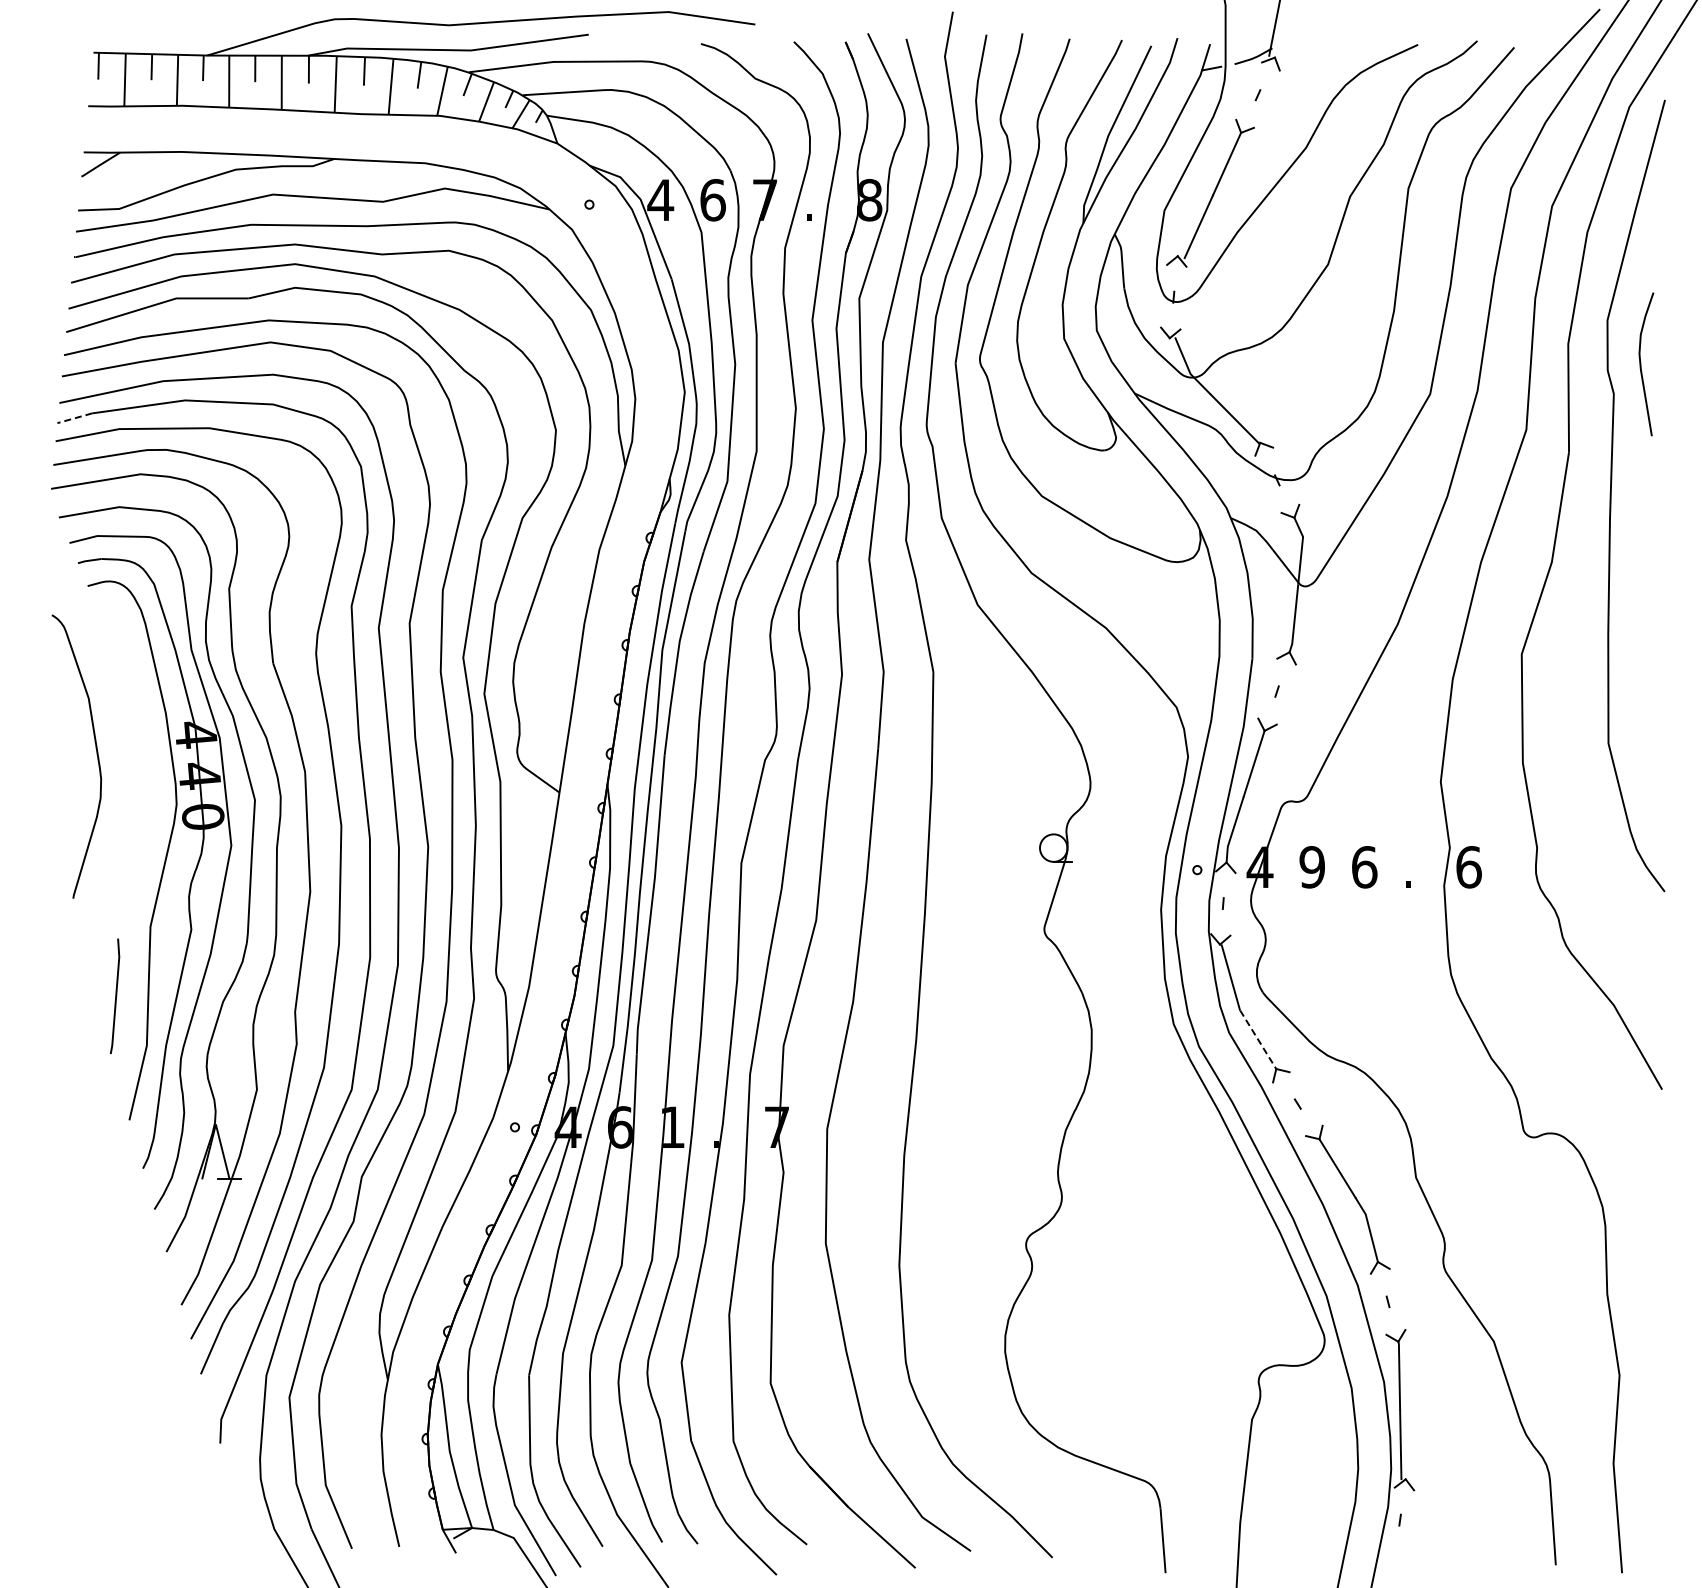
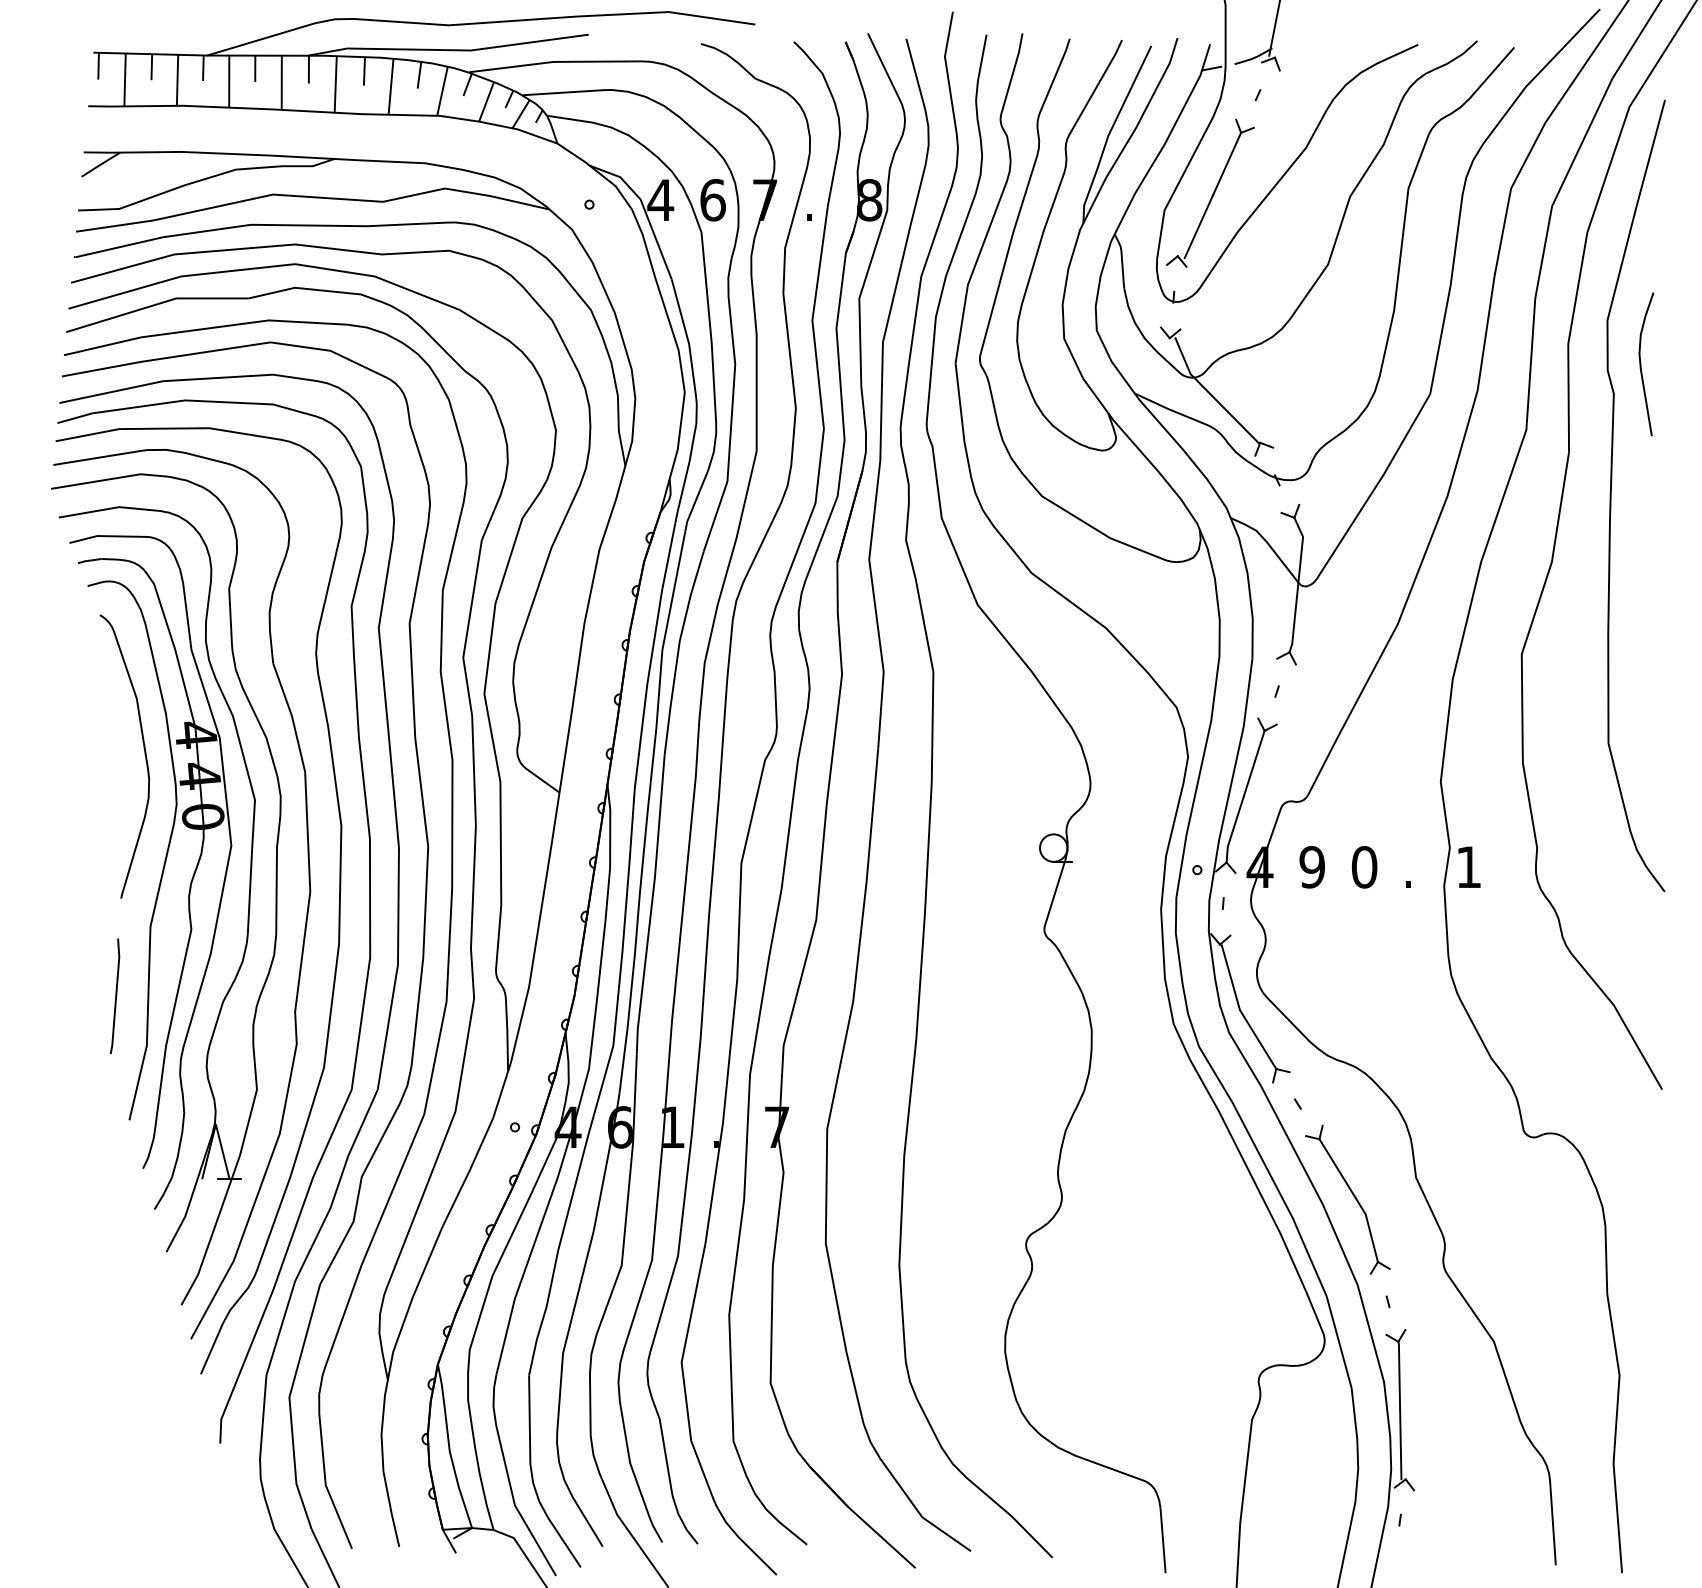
line at (74, 418): dashed -> solid
curve at (96, 754) position: (96, 754) -> (144, 754)
text at (1364, 867): 6 -> 0
text at (1468, 867): 6 -> 1
line at (1258, 1040): dashed -> solid
